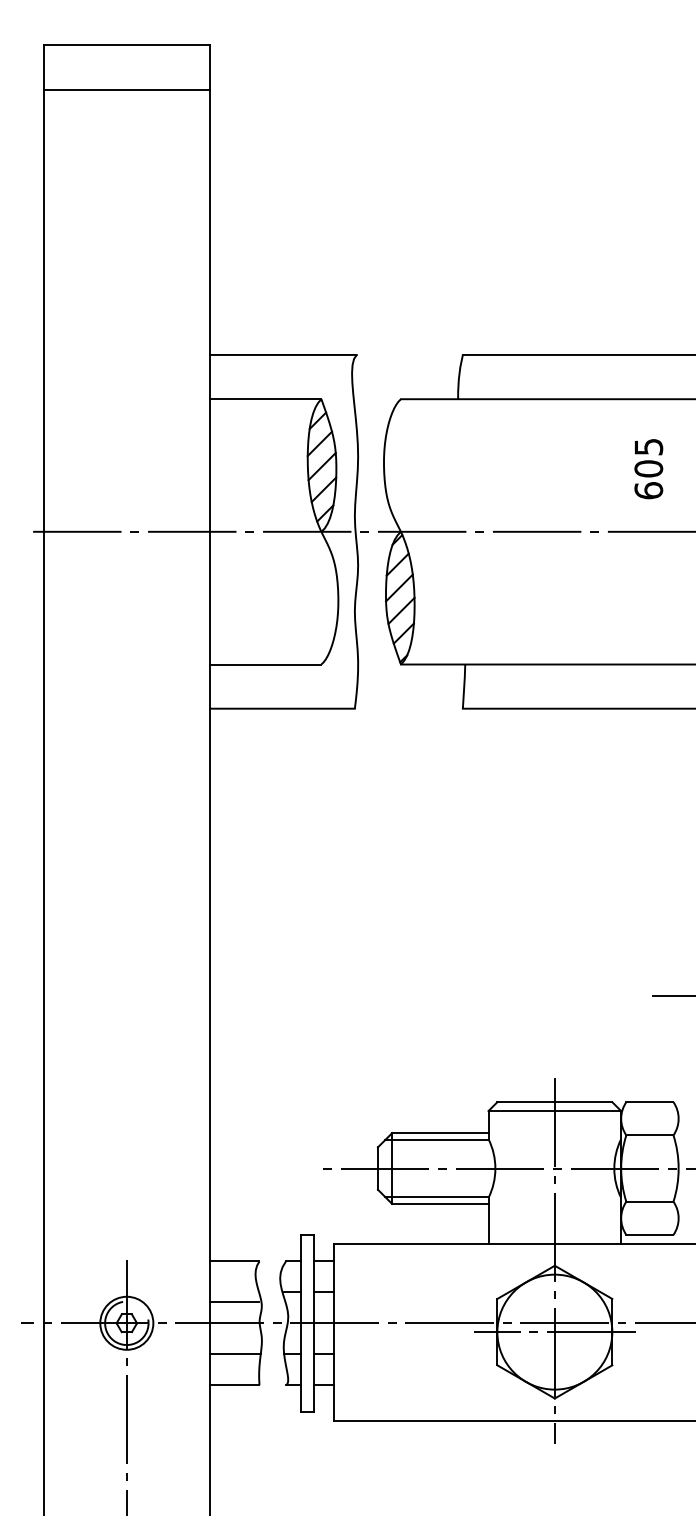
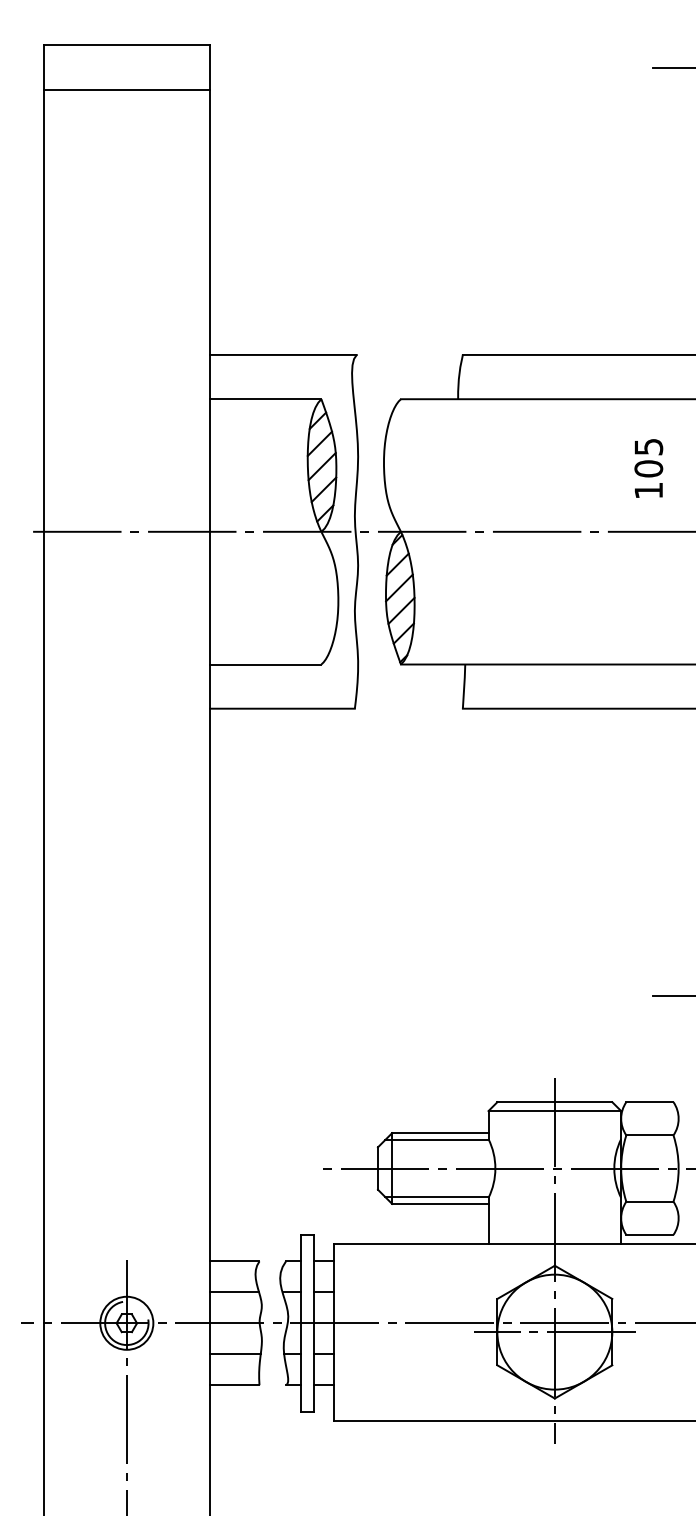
line at (672, 67): none -> present
text at (648, 490): 605 -> 105
line at (234, 1302) position: (234, 1302) -> (234, 1292)
